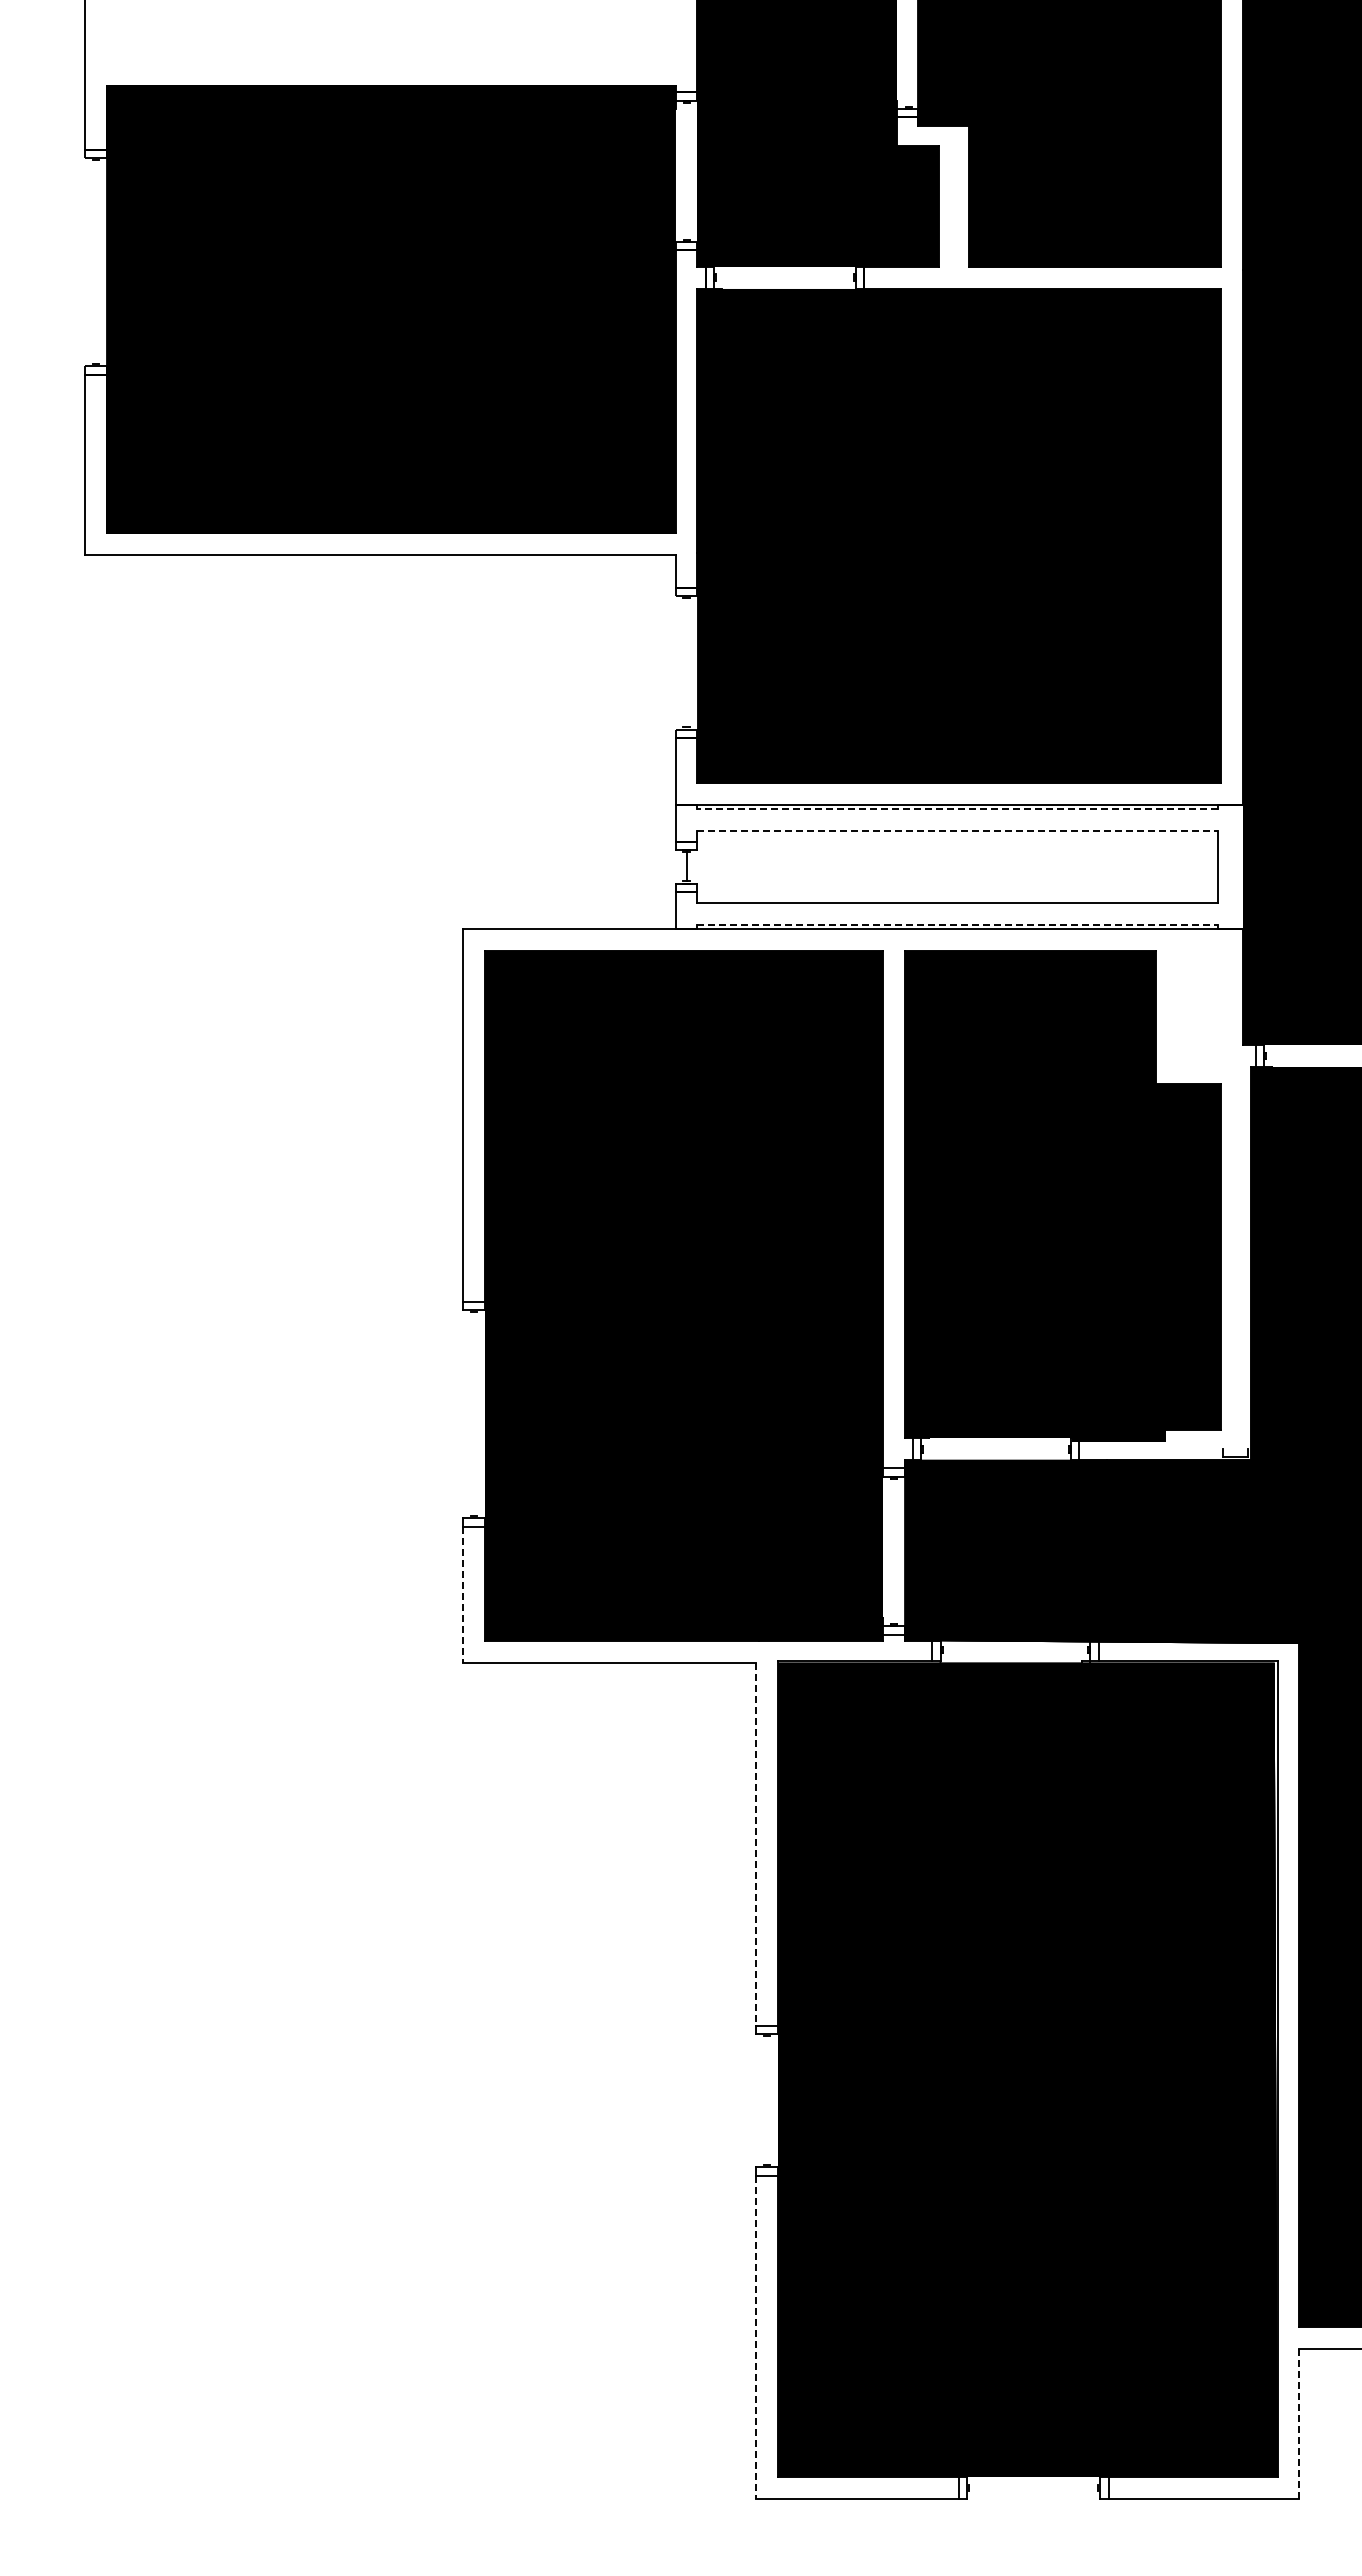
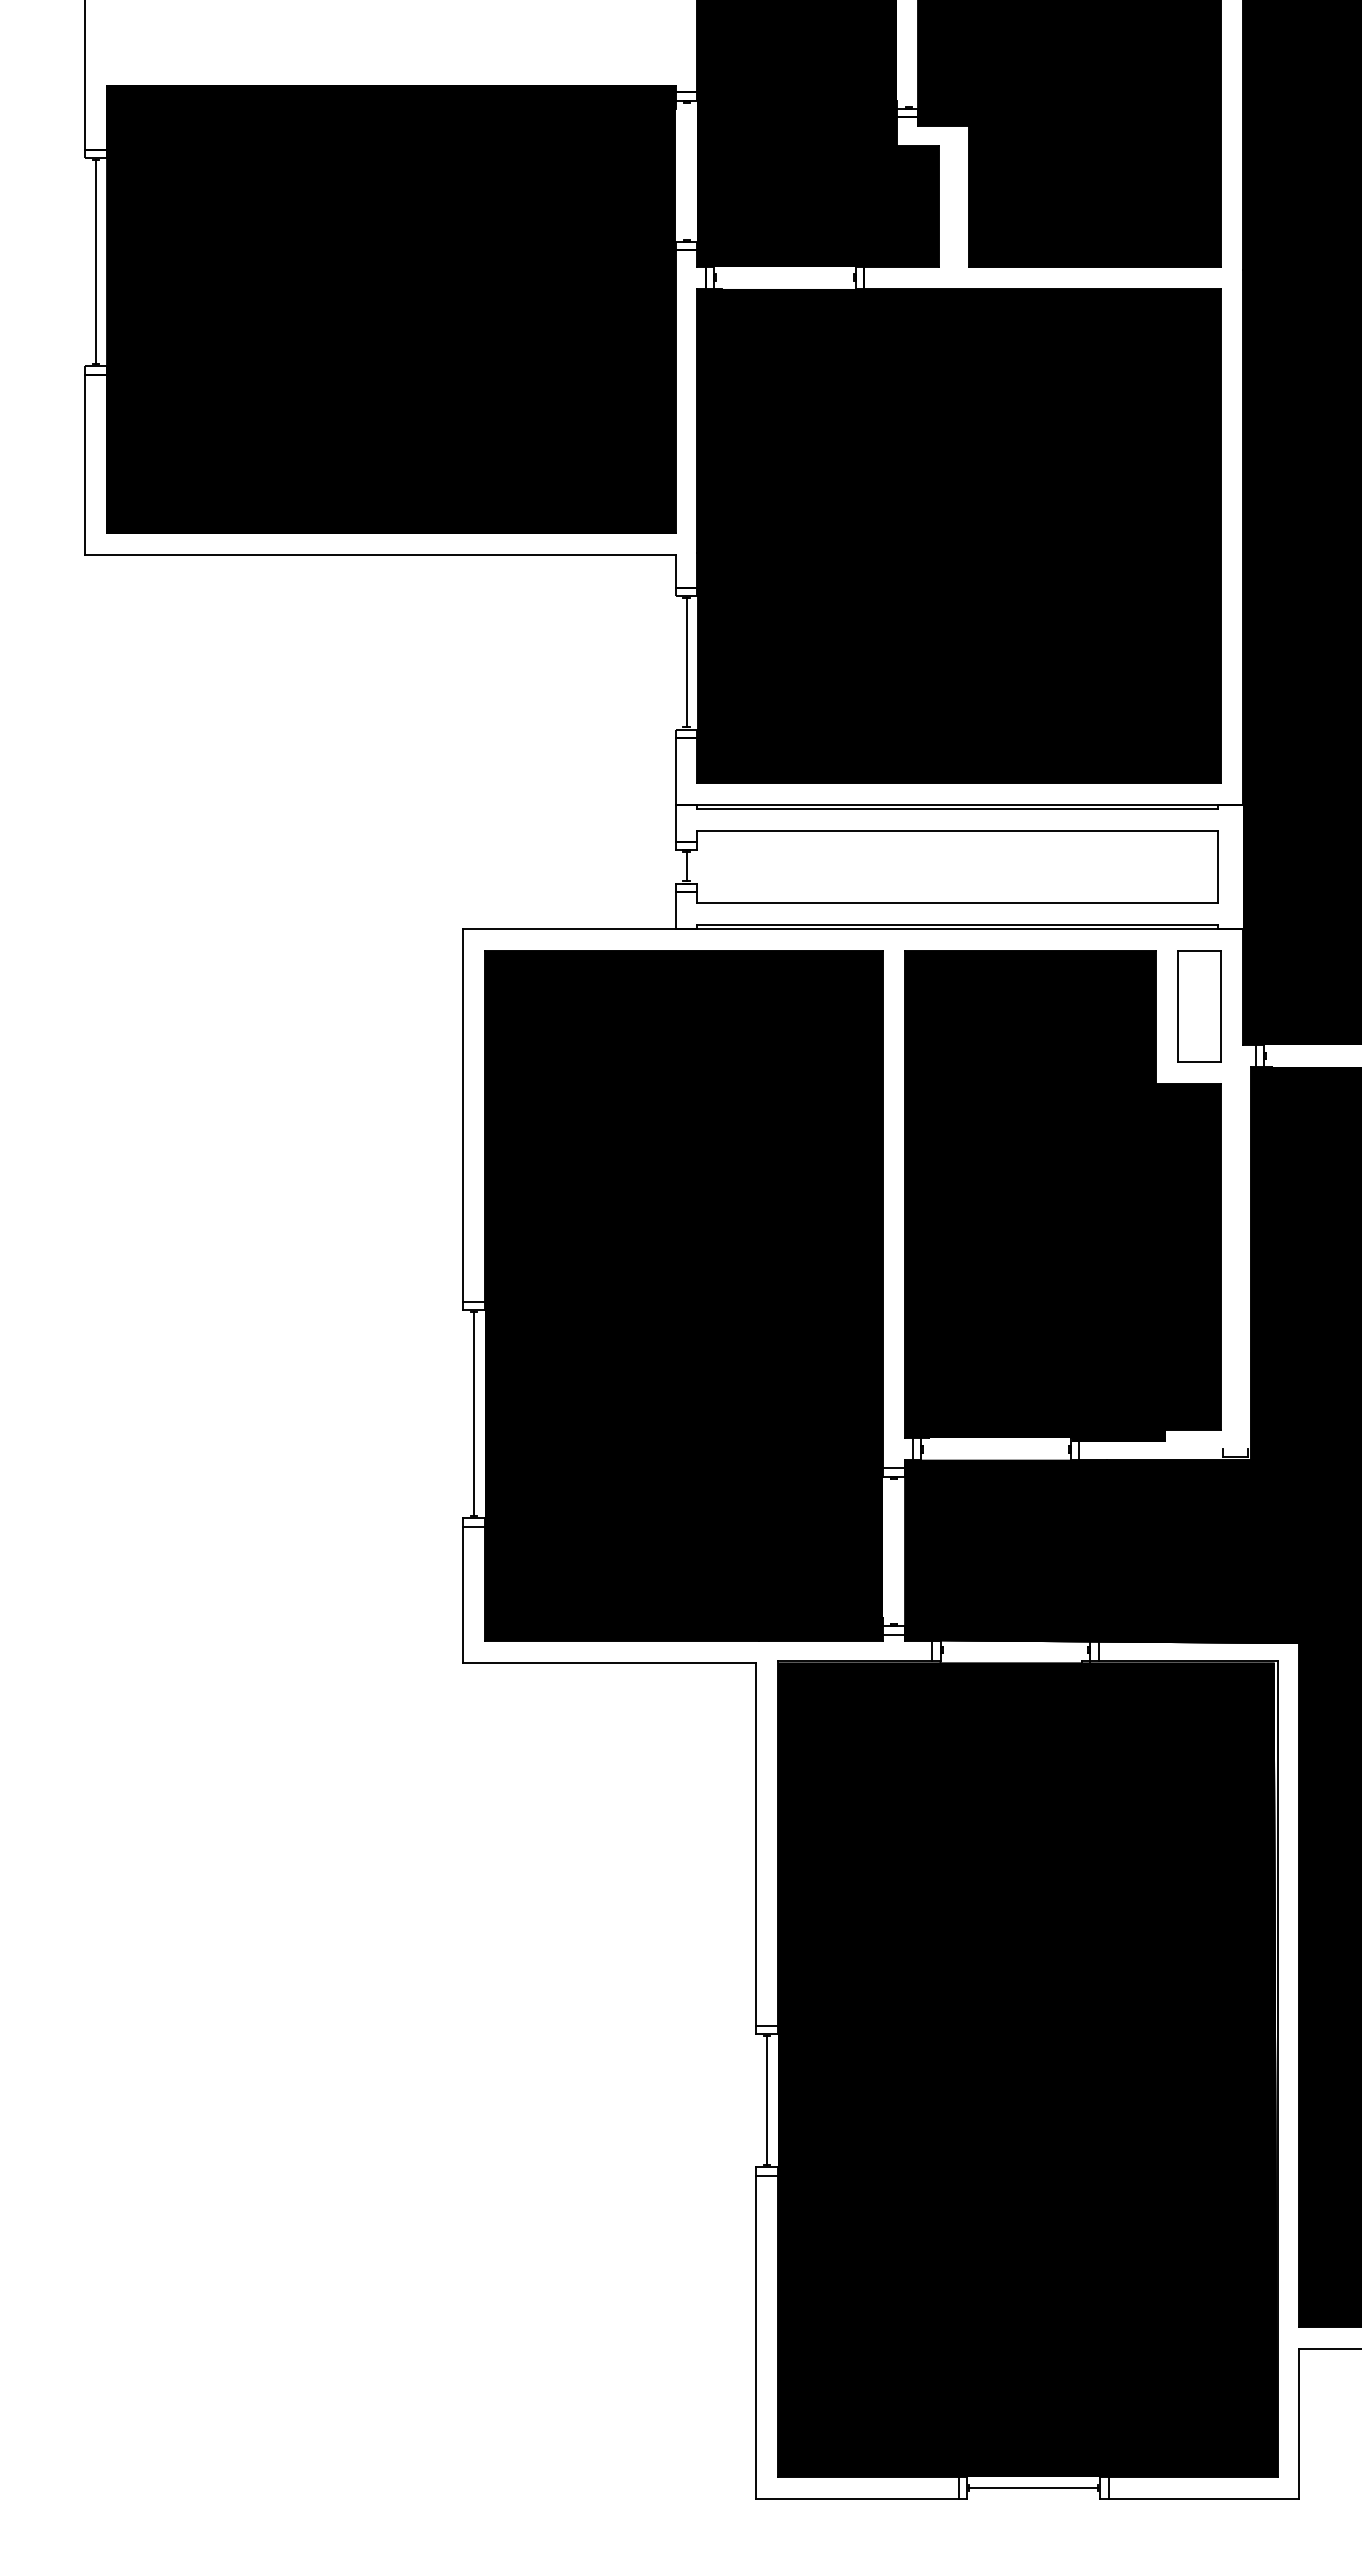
line at (95, 262): none -> present
line at (686, 662): none -> present
line at (957, 809): dashed -> solid
line at (958, 831): dashed -> solid
line at (958, 924): dashed -> solid
part at (1199, 1006): none -> present
line at (473, 1414): none -> present
line at (462, 1595): dashed -> solid
line at (756, 1844): dashed -> solid
line at (767, 2100): none -> present
line at (756, 2337): dashed -> solid
line at (1299, 2423): dashed -> solid
line at (1033, 2487): none -> present
